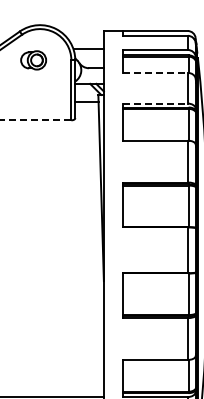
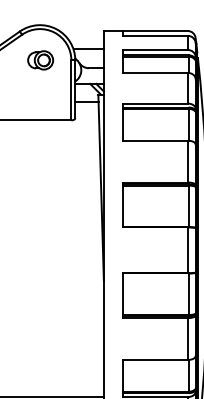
part at (33, 60) position: (33, 60) -> (40, 60)
line at (156, 72): dashed -> solid
line at (156, 103): dashed -> solid
line at (35, 120): dashed -> solid
